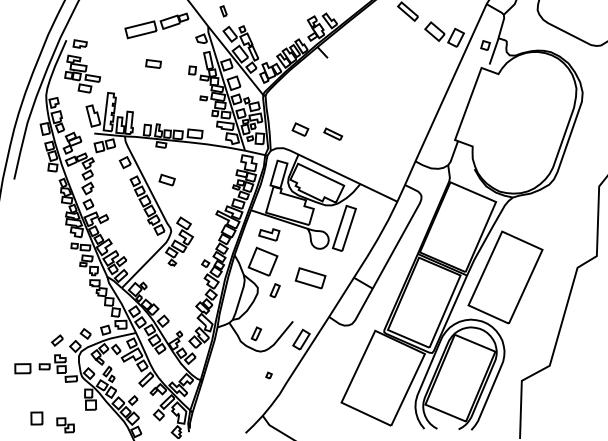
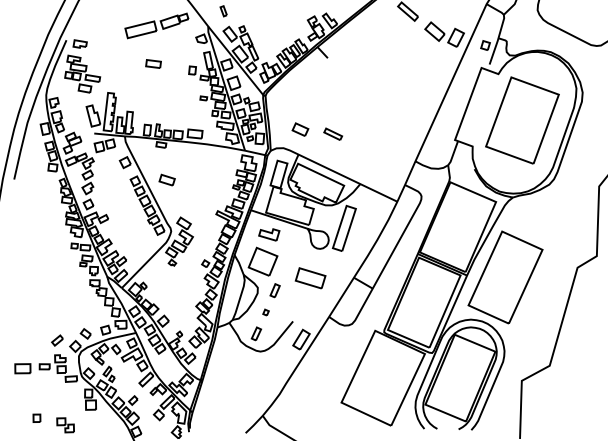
part at (522, 120): none -> present
part at (268, 375) position: (268, 375) -> (265, 312)
part at (36, 418) size: 14x15 px -> 10x10 px
